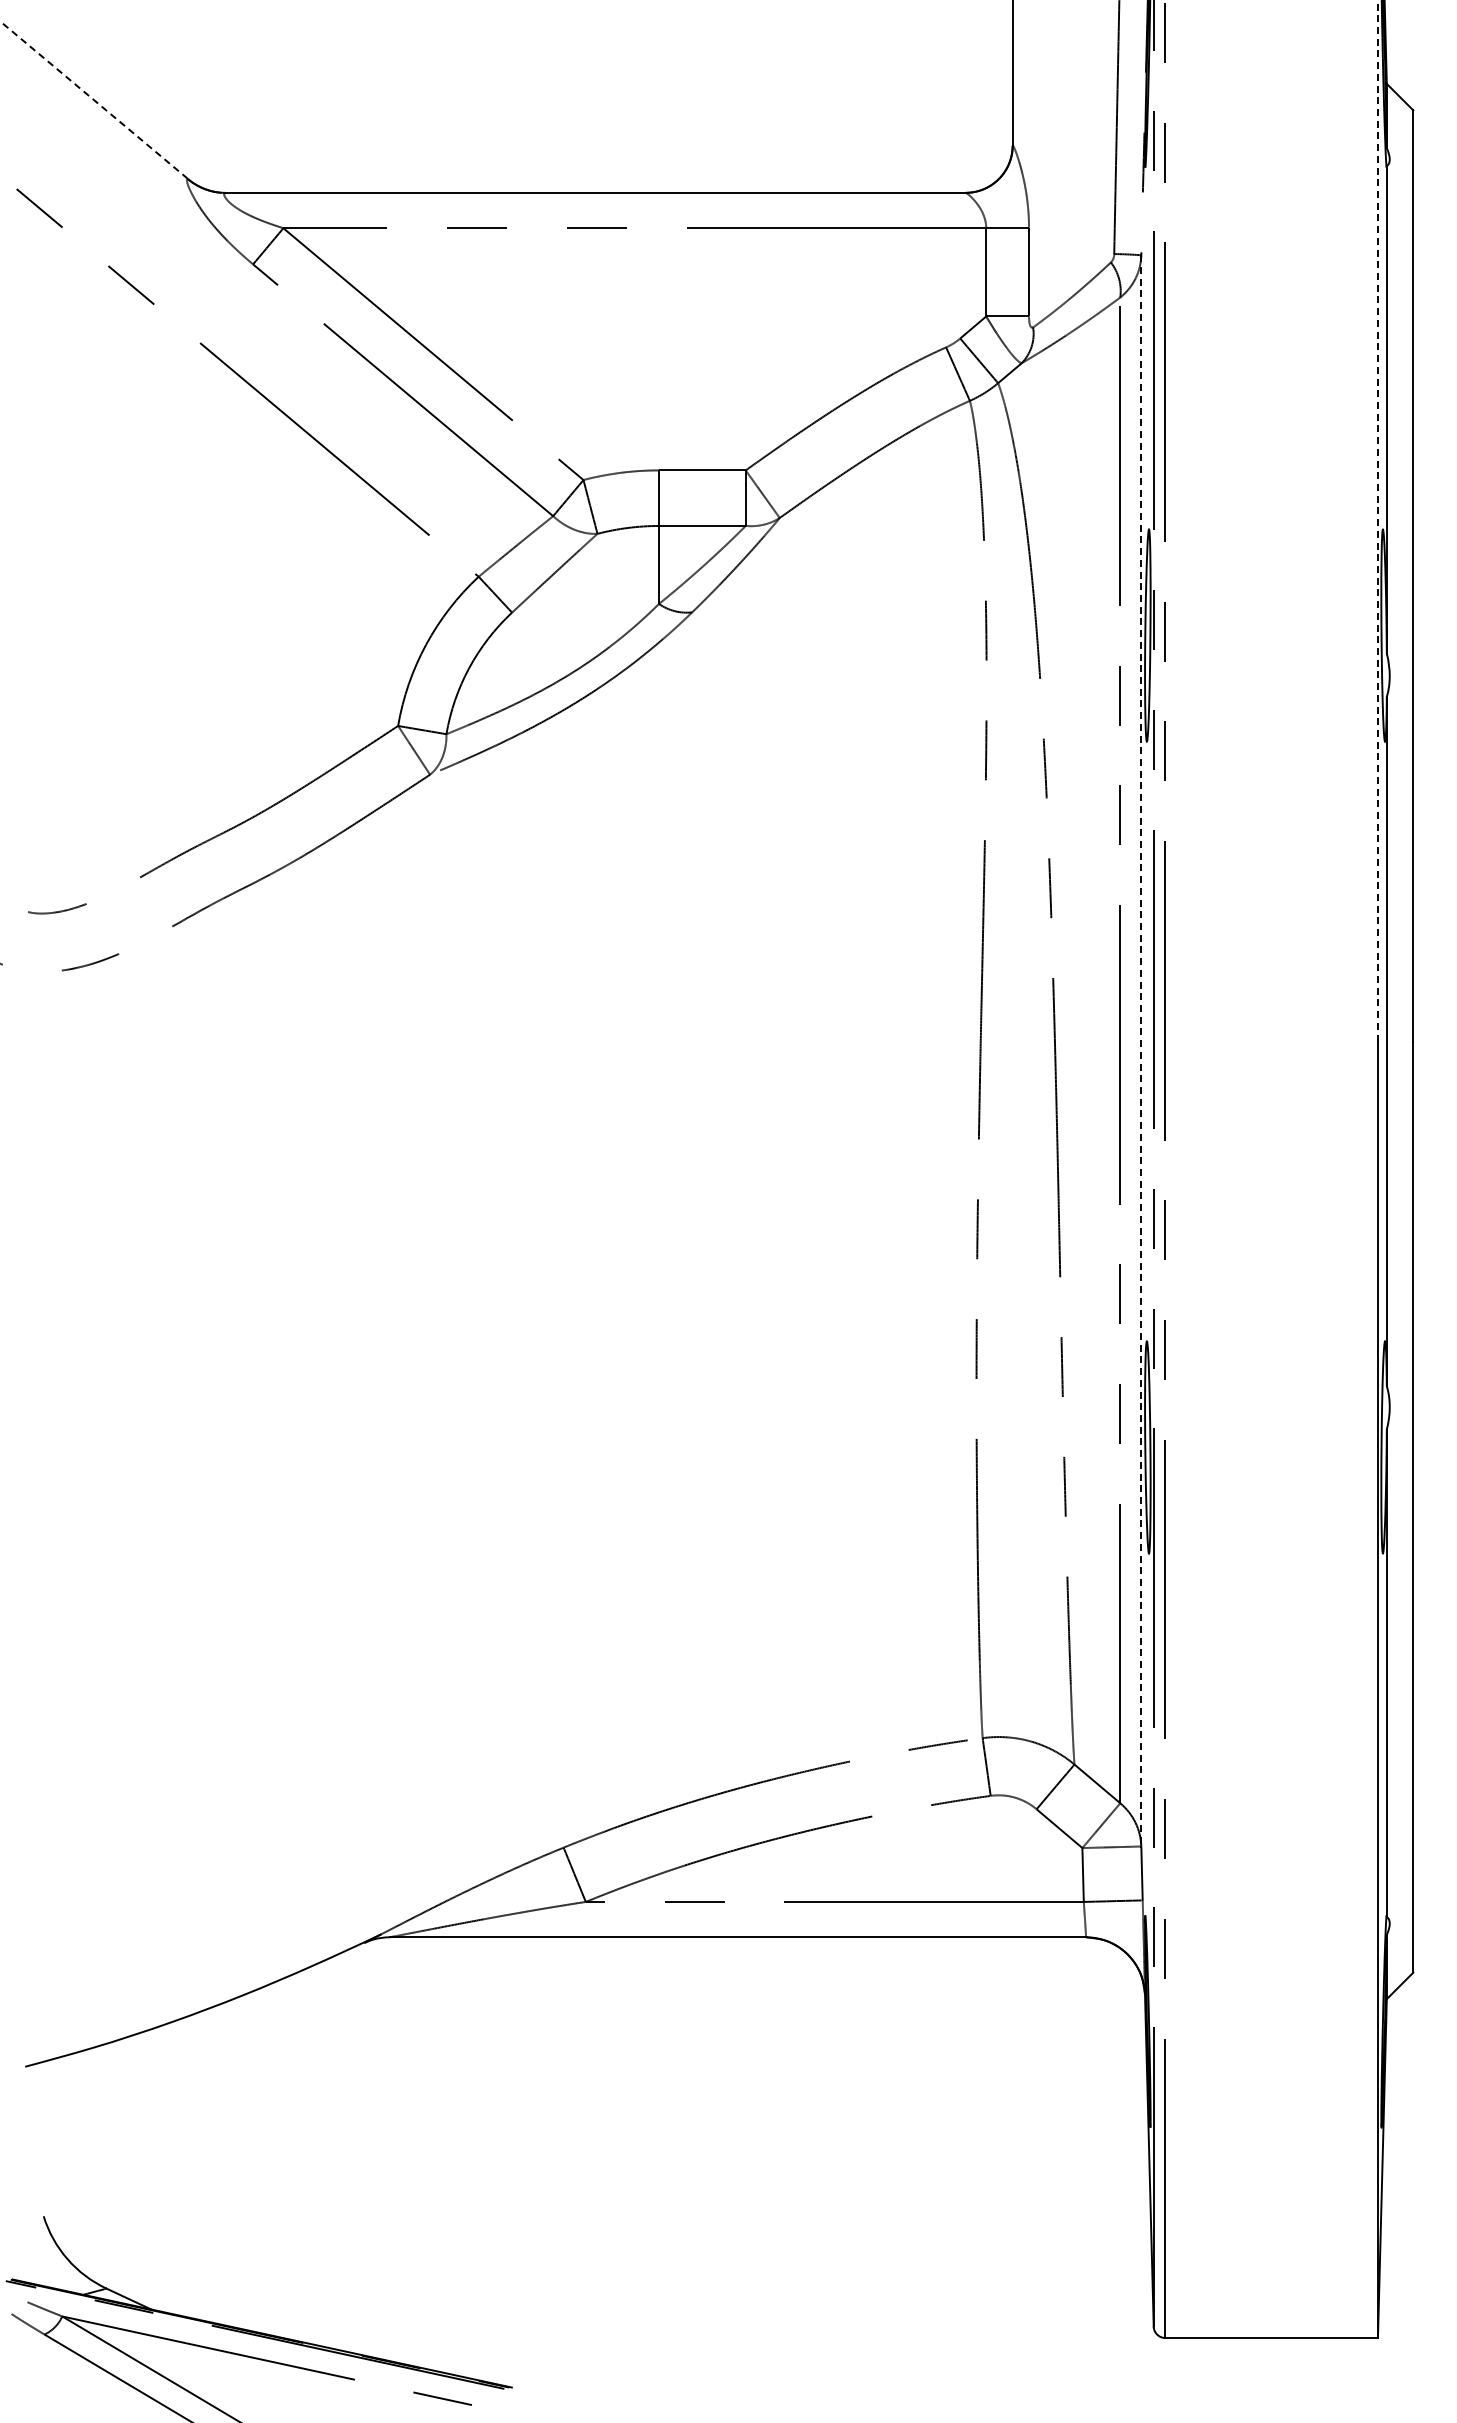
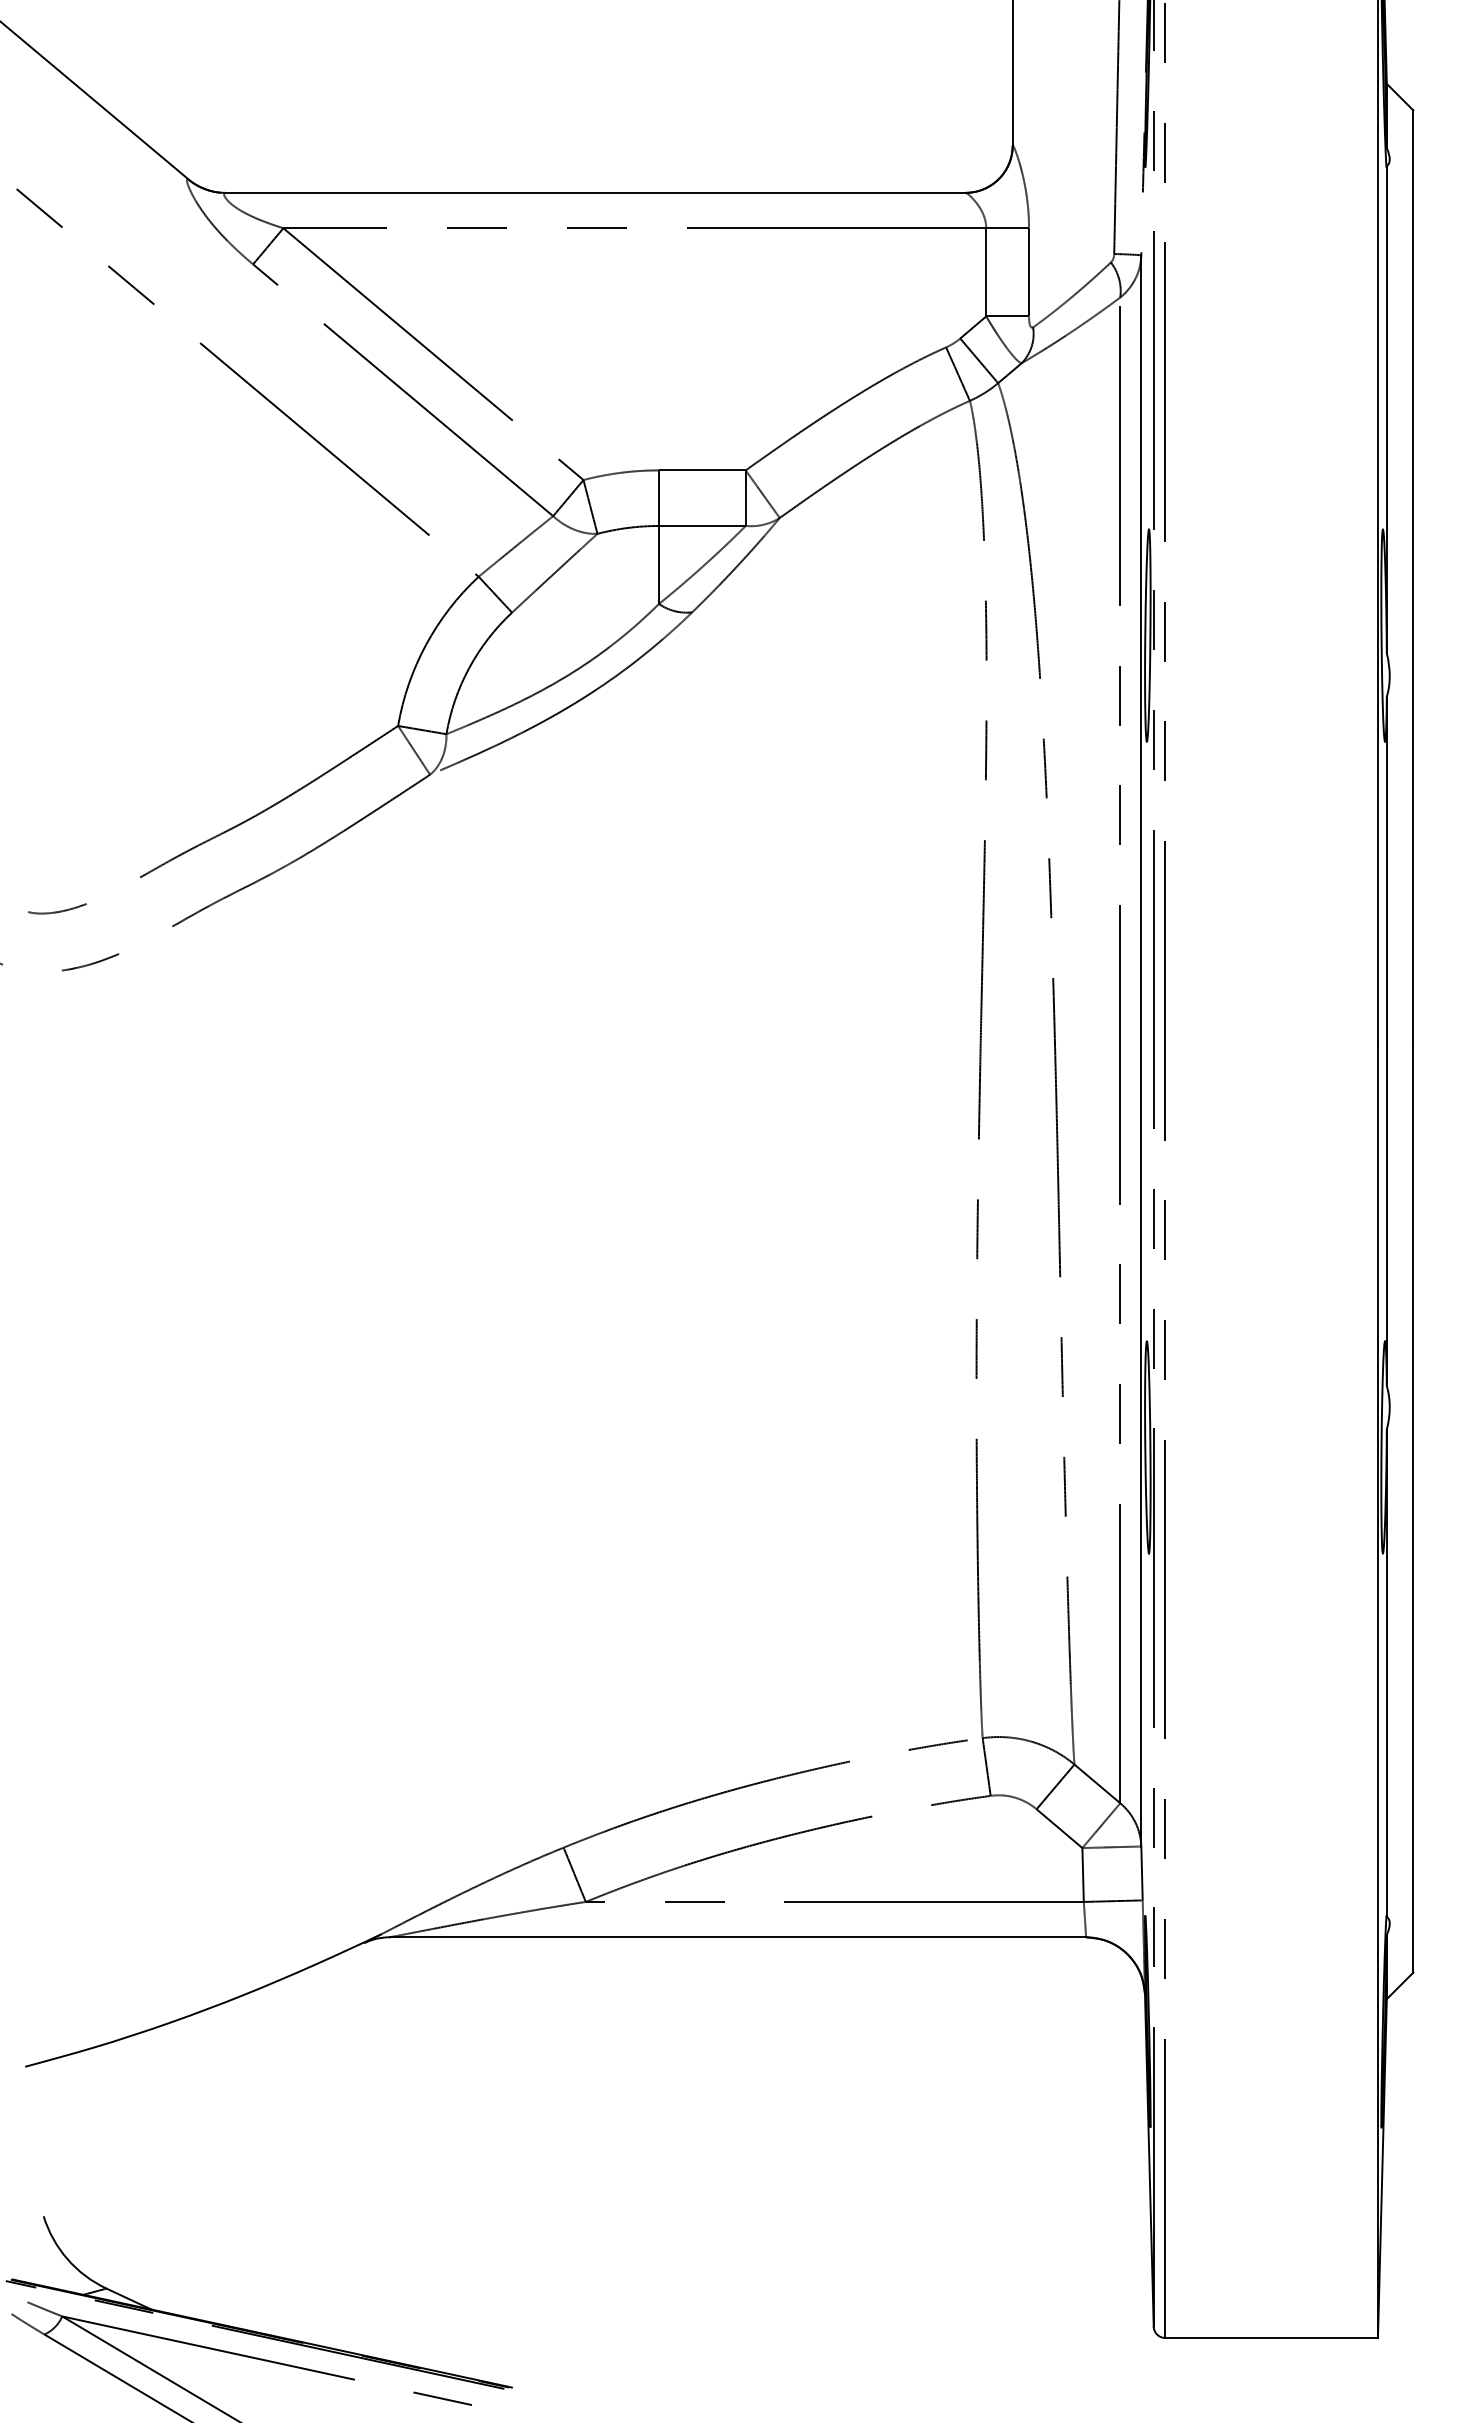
line at (93, 99): dashed -> solid
line at (1377, 520): dashed -> solid
line at (1141, 1050): dashed -> solid
